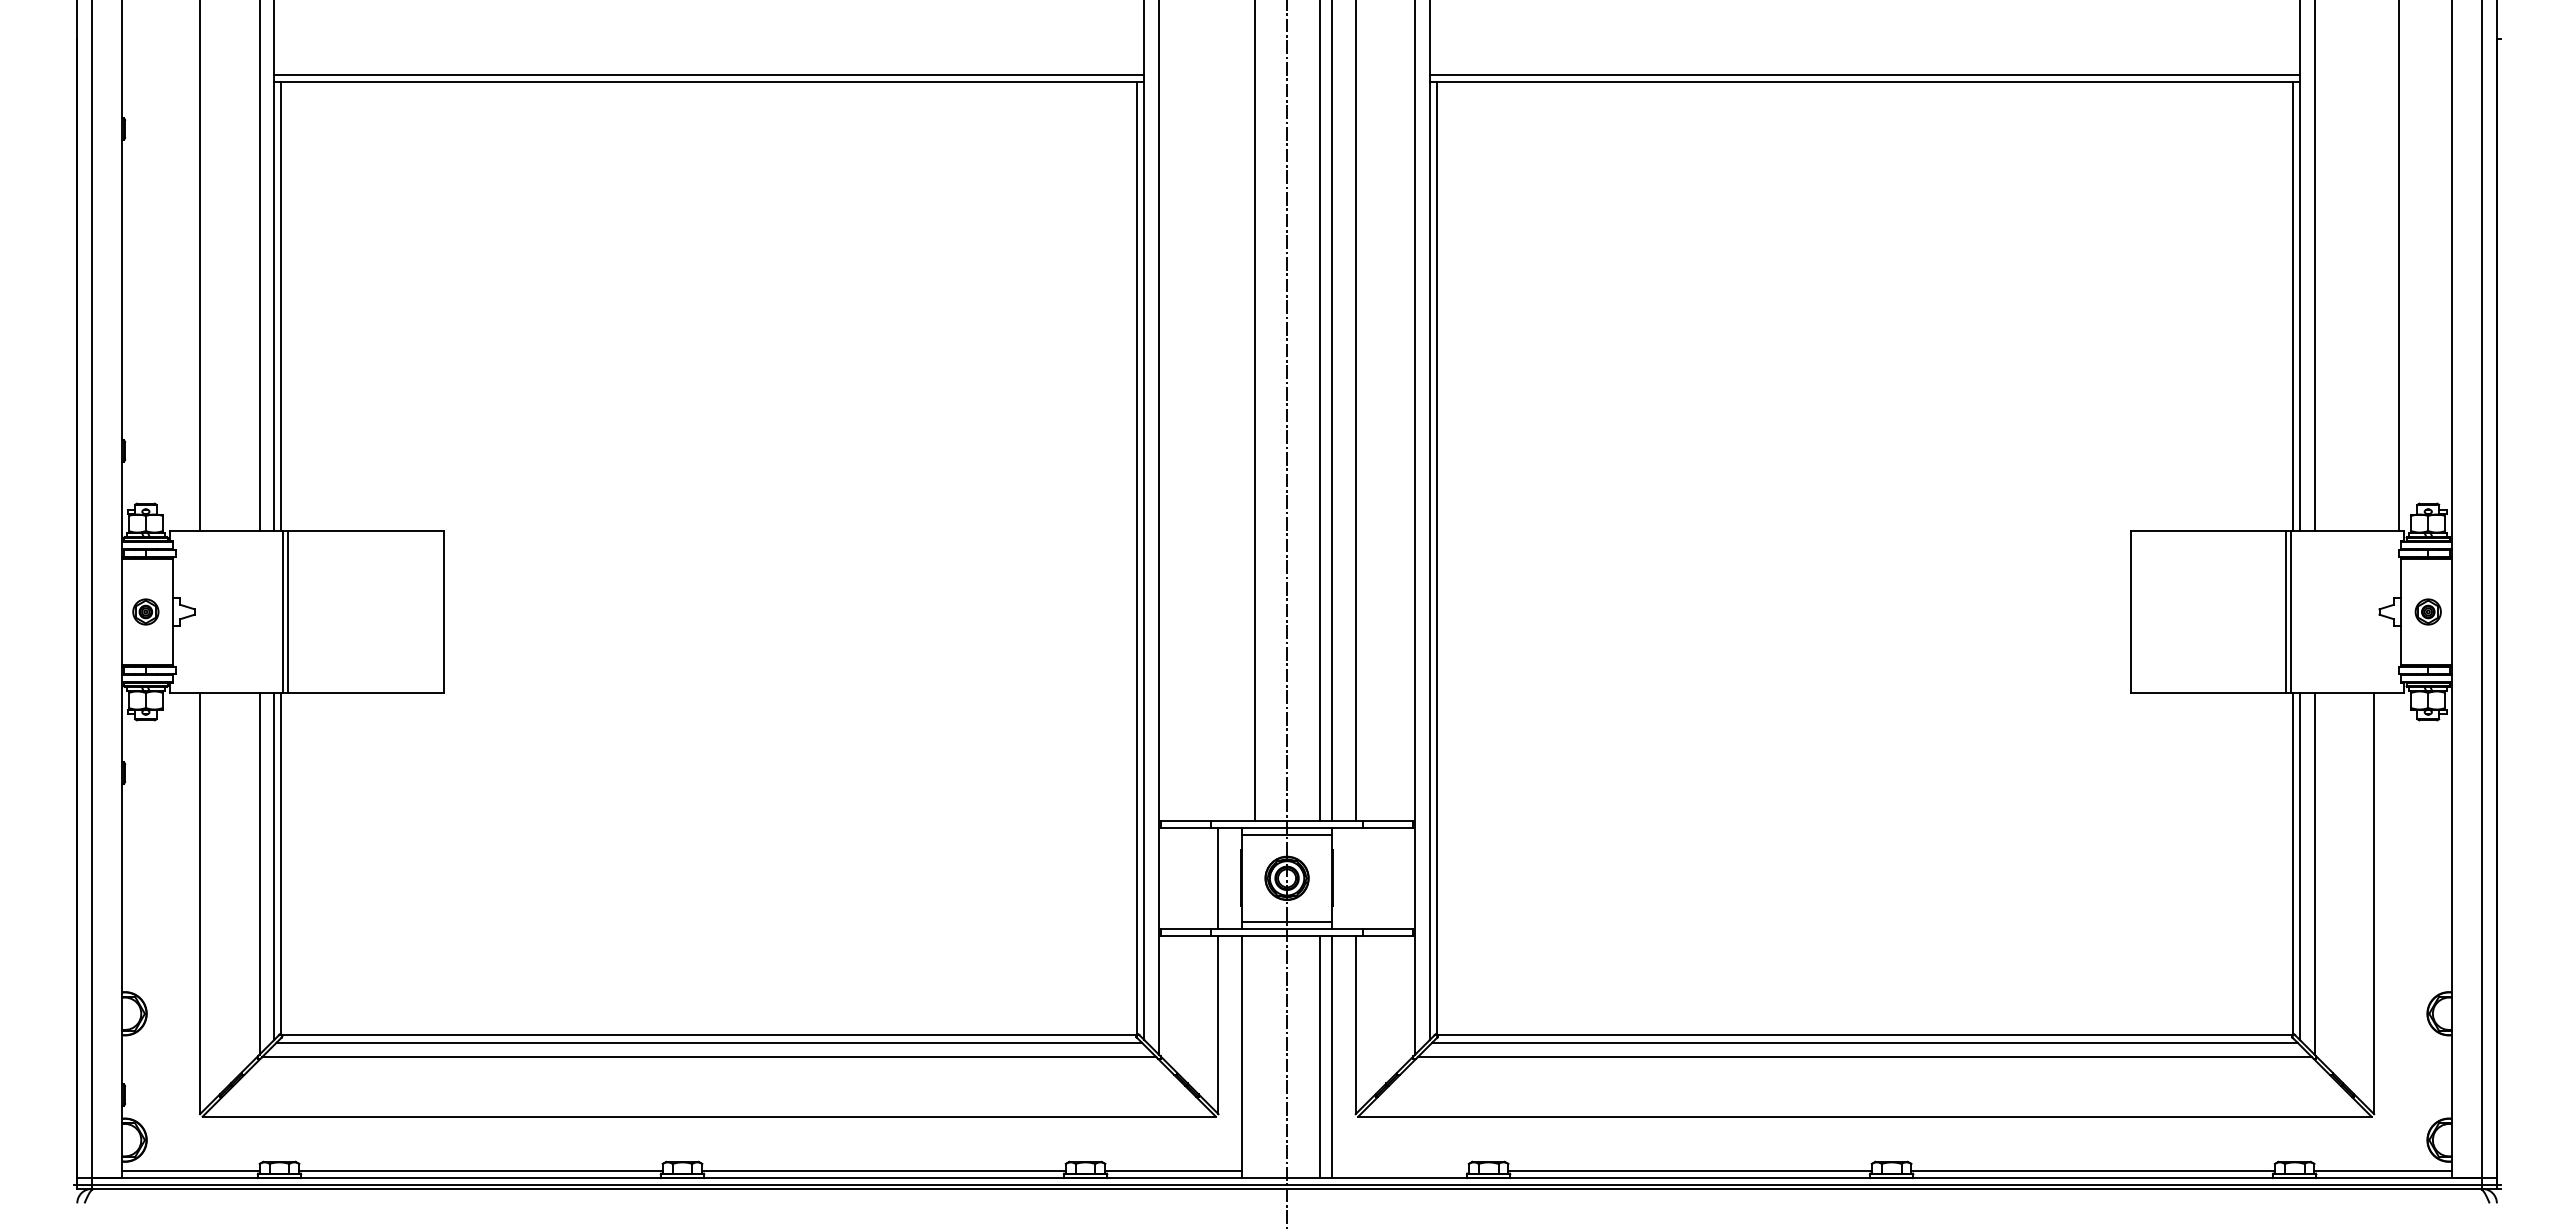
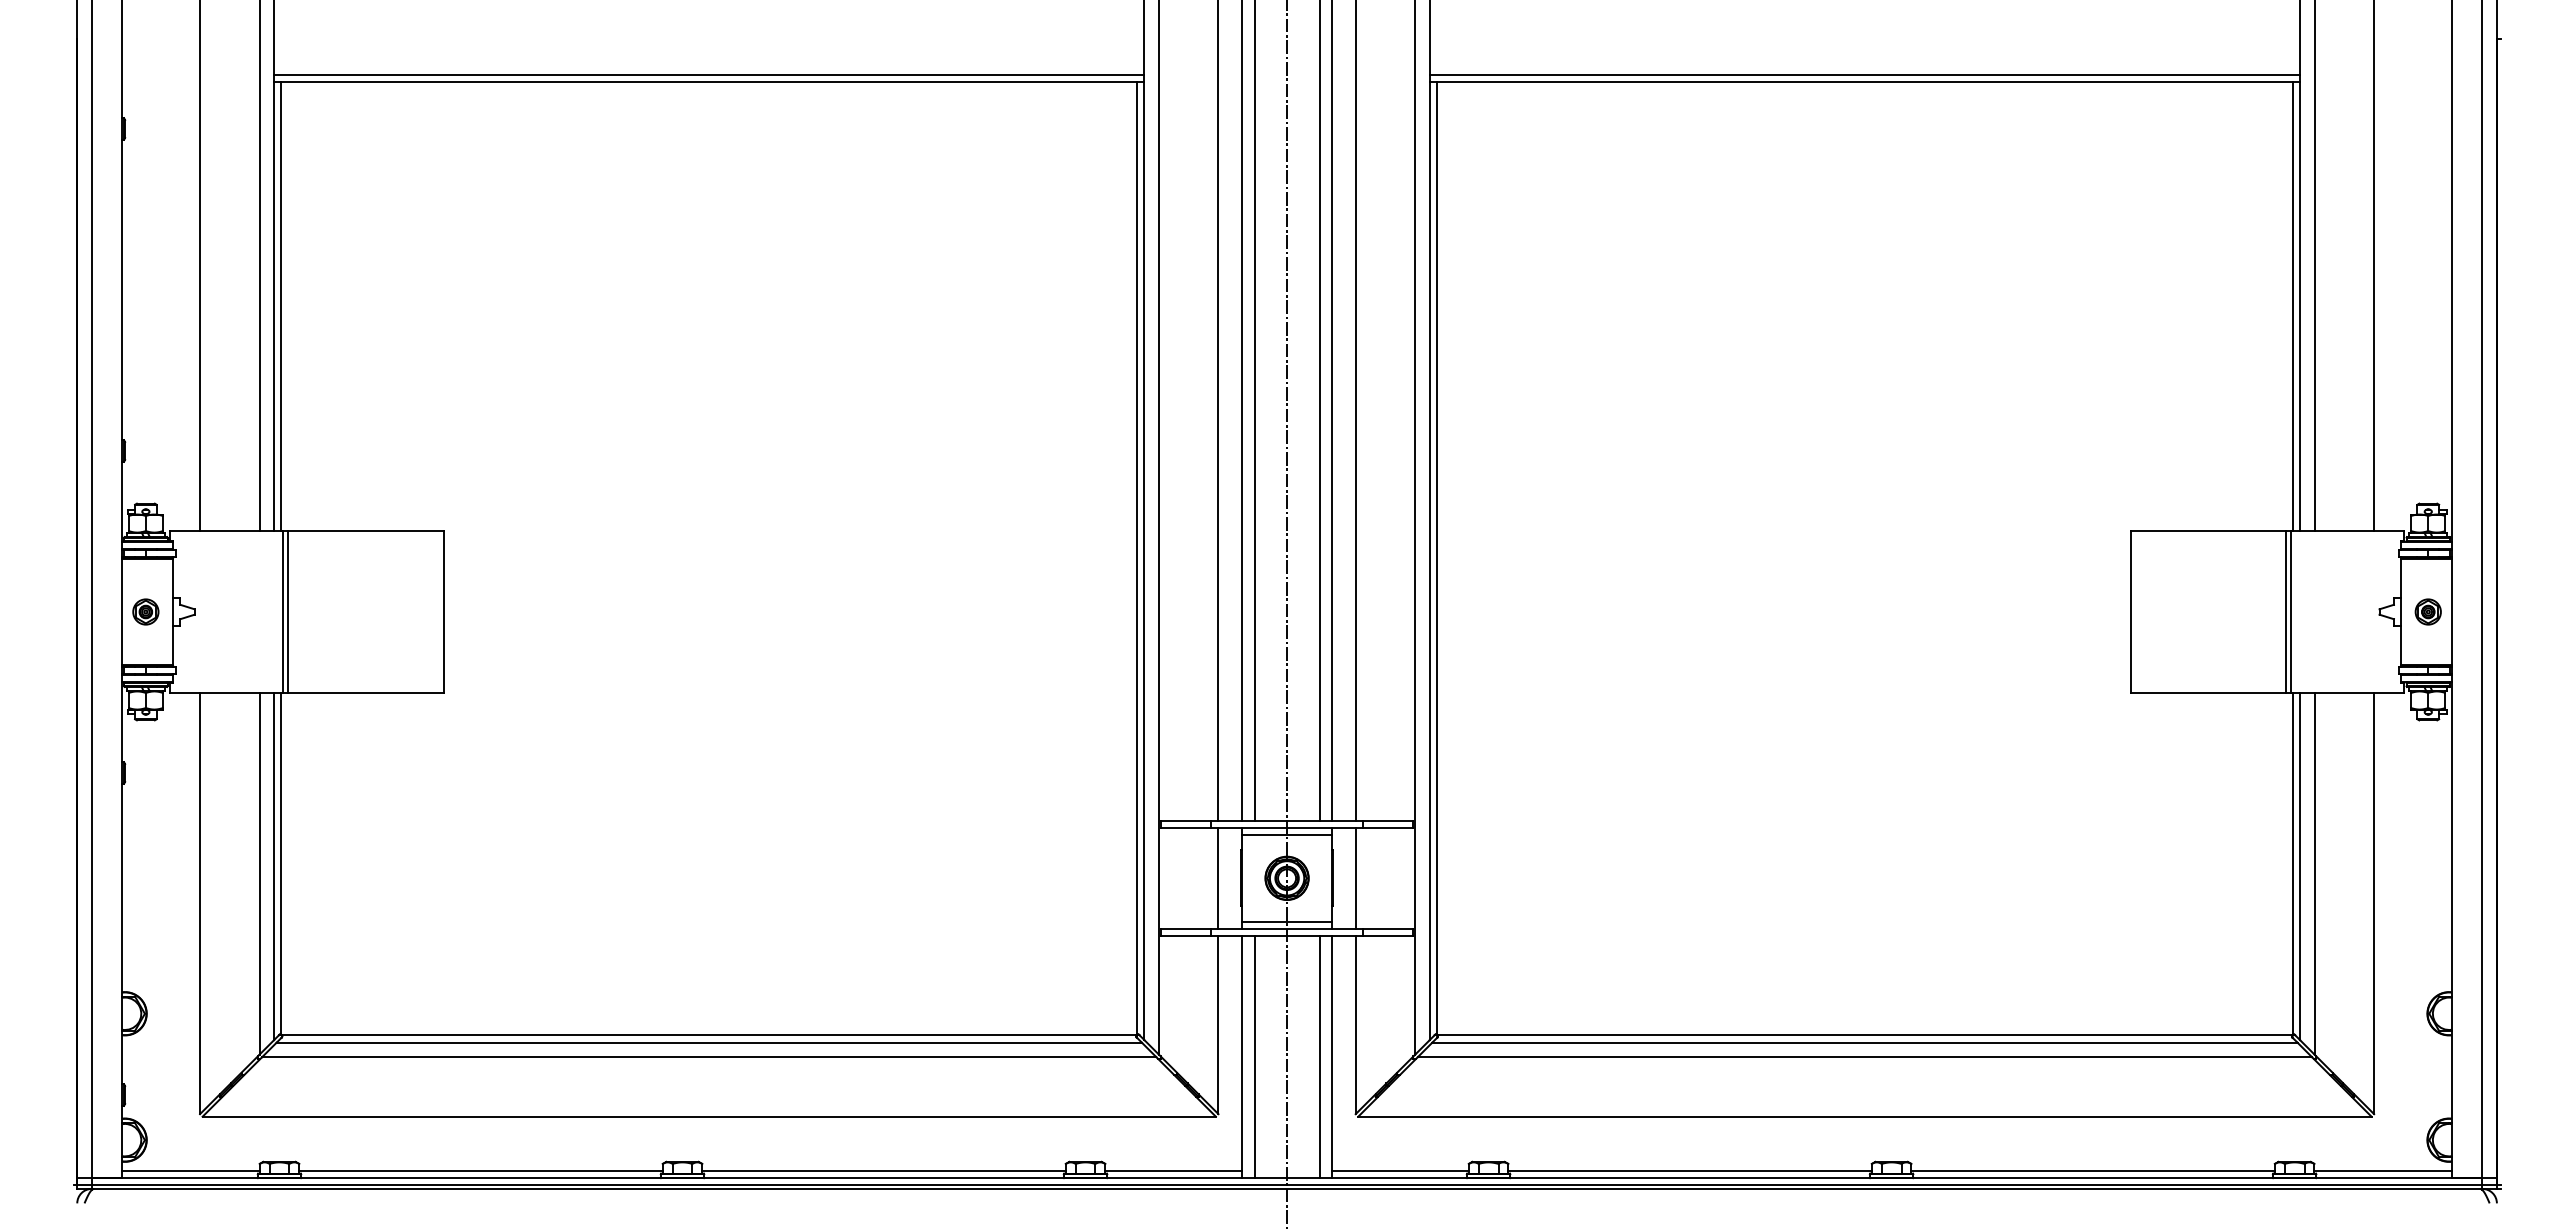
line at (2399, 266) position: (2399, 266) -> (2374, 266)
line at (1218, 411): none -> present
line at (1241, 411): none -> present
line at (1355, 877): none -> present
line at (1254, 1057): none -> present
line at (1400, 1170): none -> present
